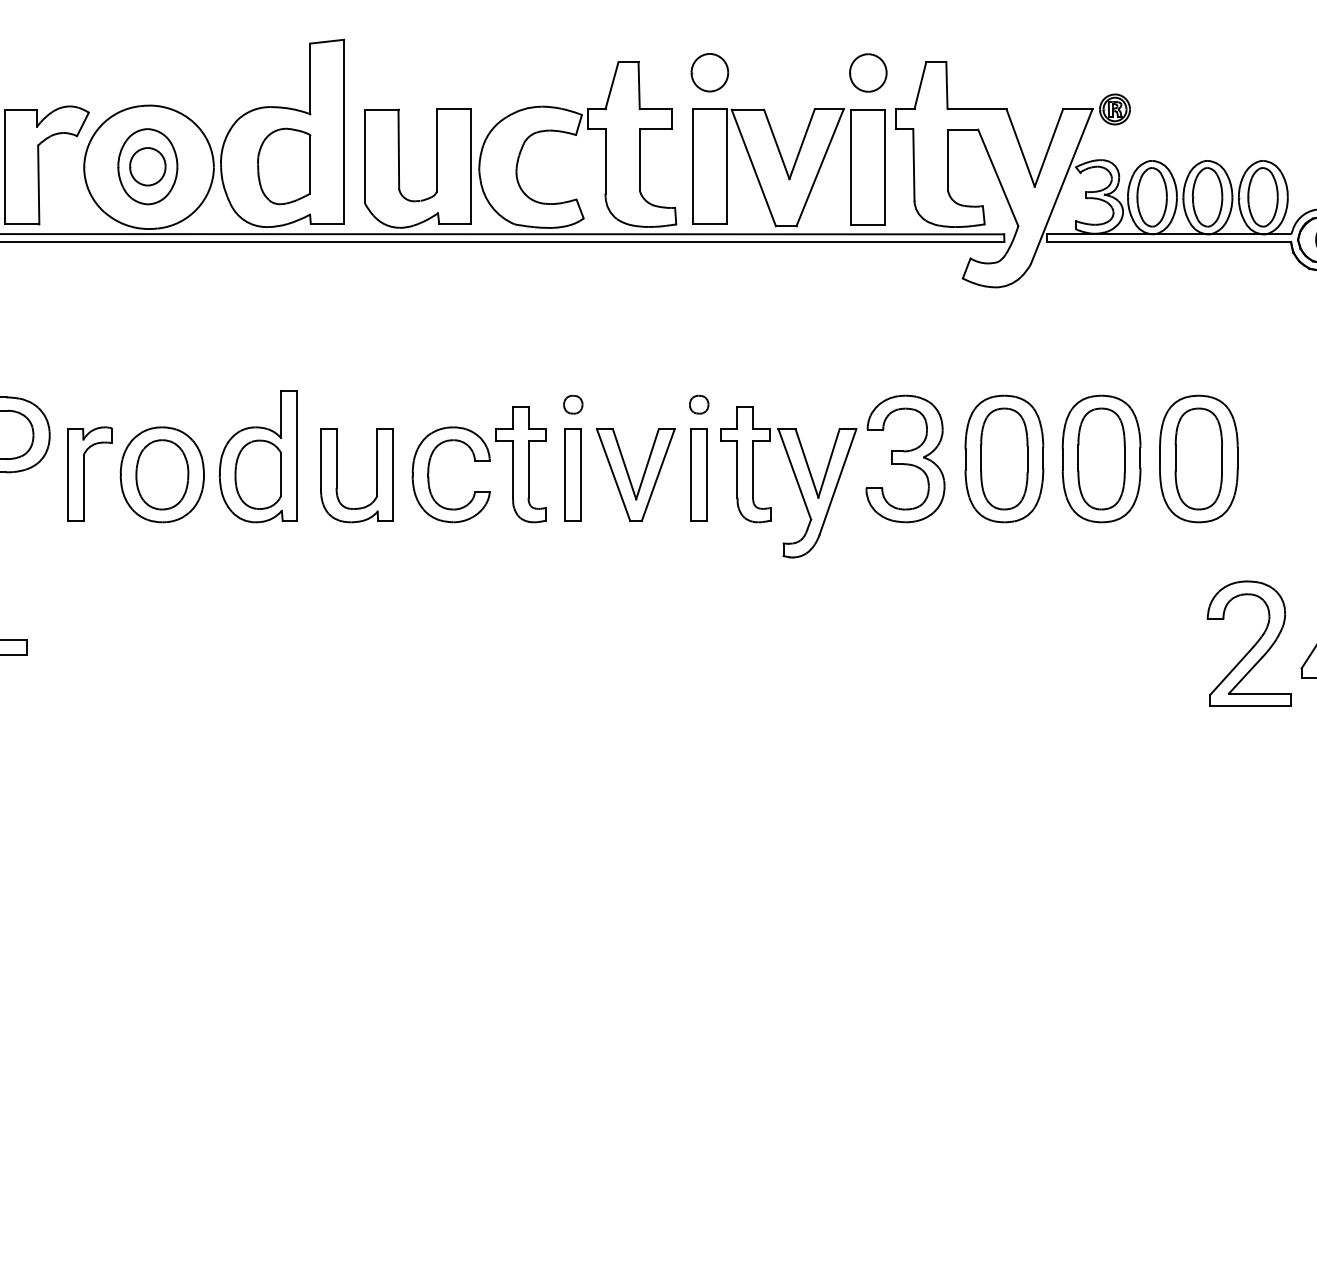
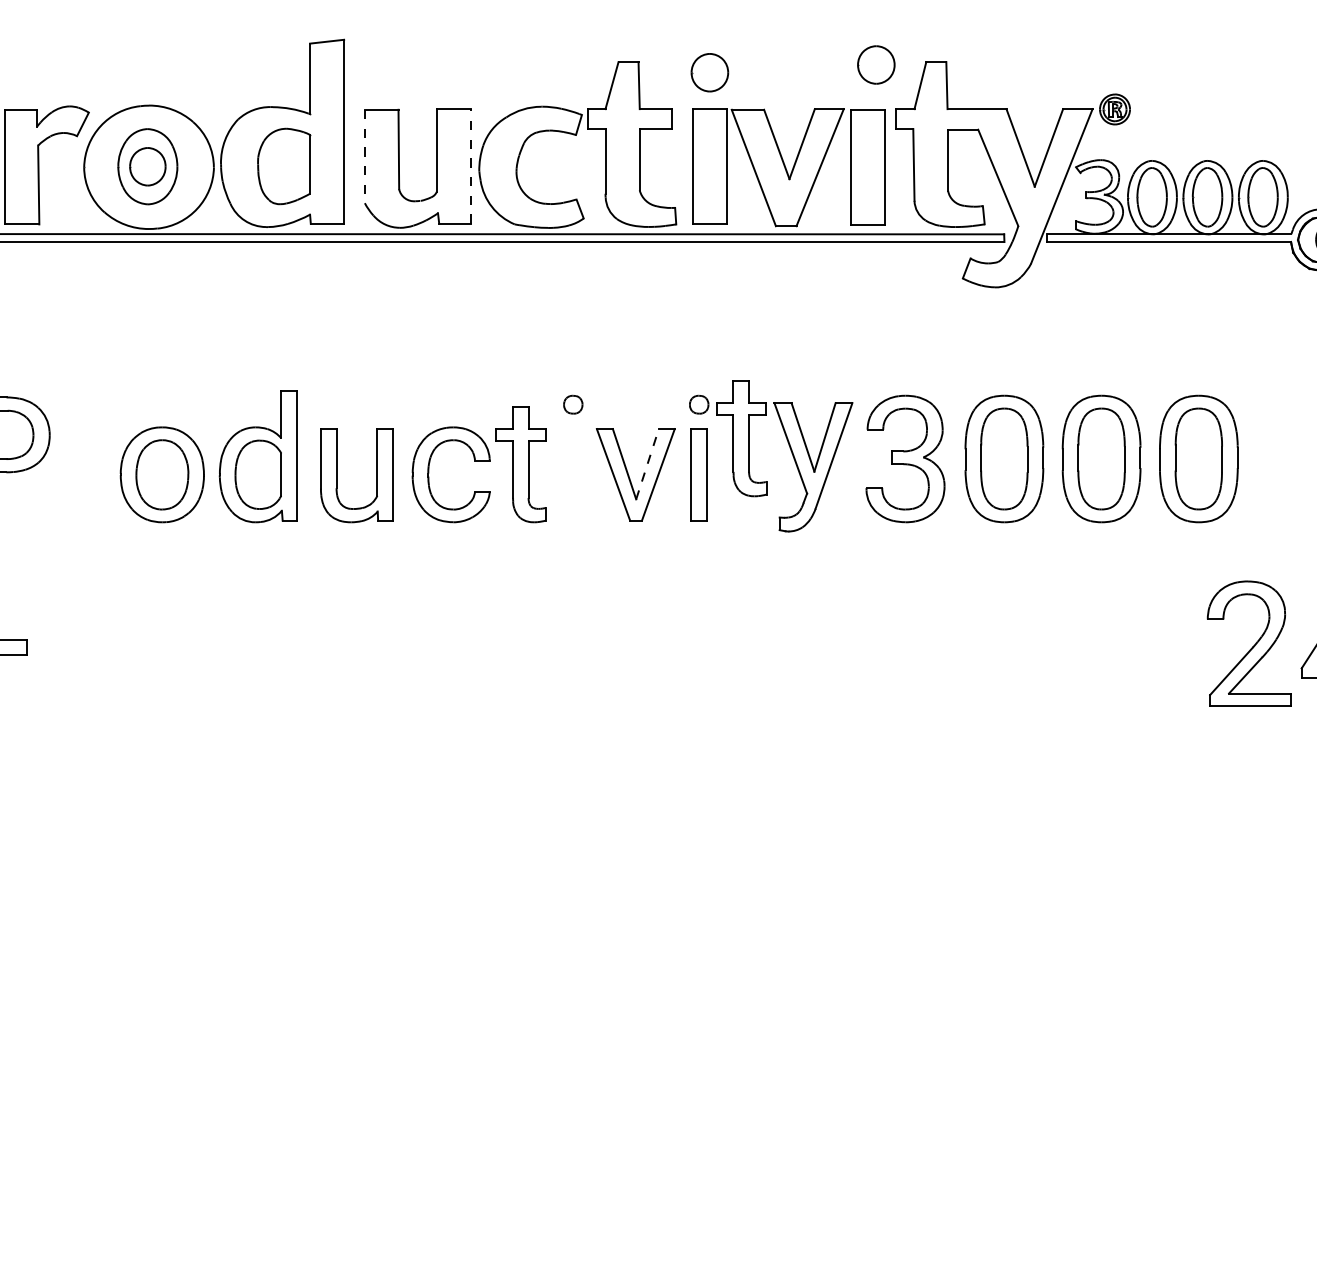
part at (868, 72) position: (868, 72) -> (876, 64)
line at (364, 156): solid -> dashed
line at (471, 166): solid -> dashed
line at (647, 464): solid -> dashed
part at (89, 473): present -> none
part at (572, 474): present -> none
part at (795, 479) position: (795, 479) -> (791, 453)
